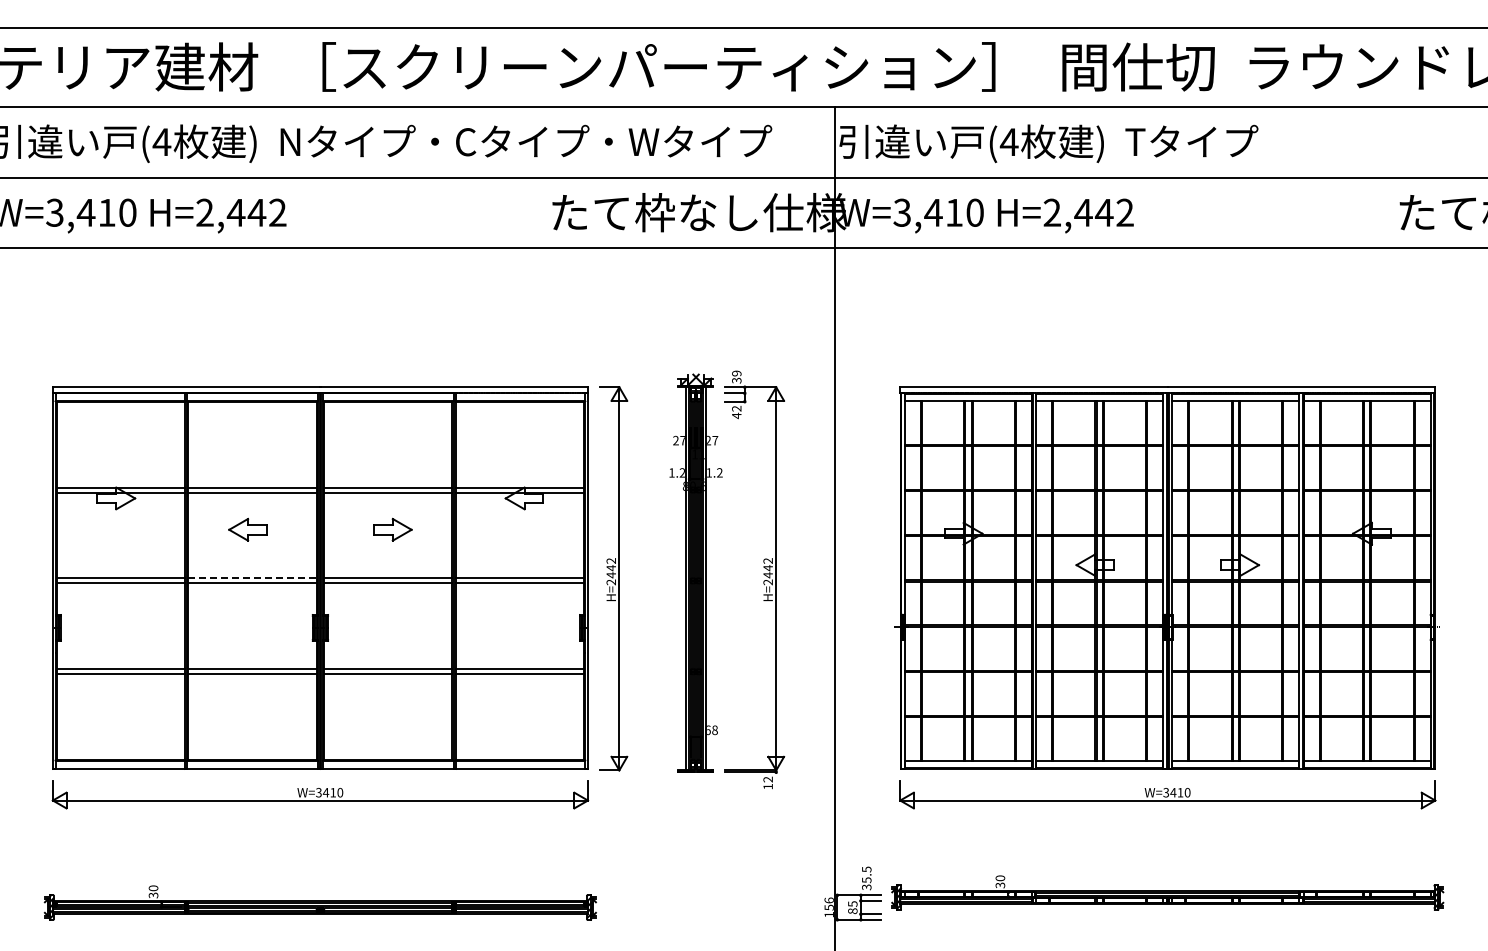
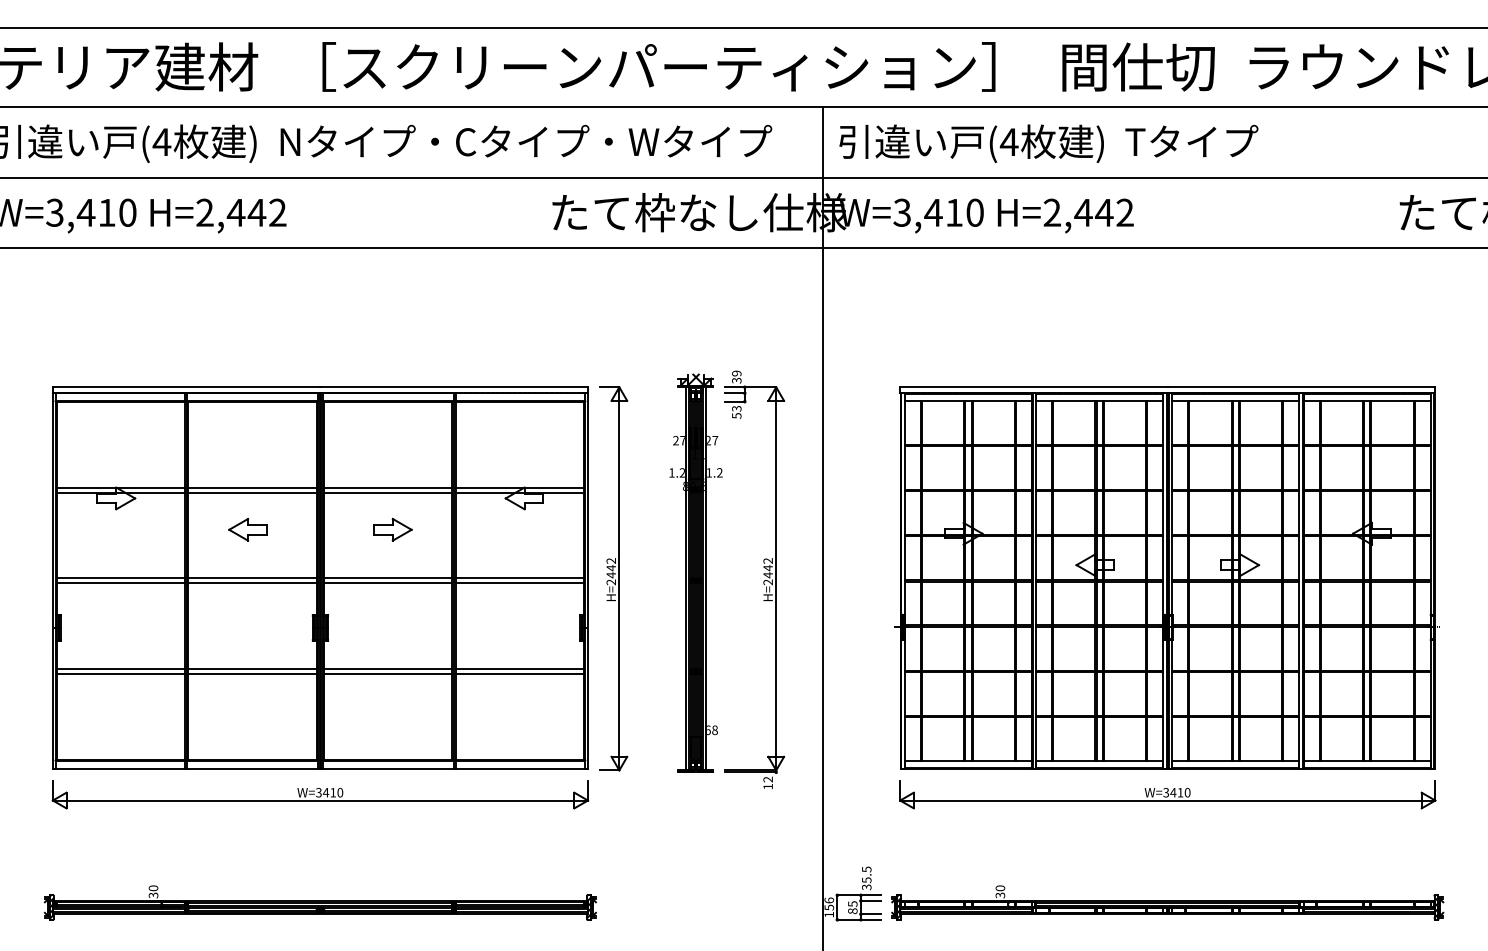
text at (736, 412): 42 -> 53
line at (834, 526) position: (834, 526) -> (822, 526)
line at (253, 578): dashed -> solid
part at (1167, 892) position: (1167, 892) -> (1167, 902)
